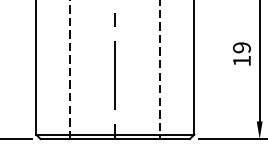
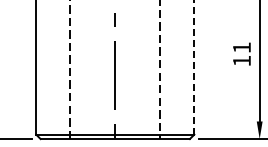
text at (241, 47): 19 -> 11
line at (194, 67): solid -> dashed
